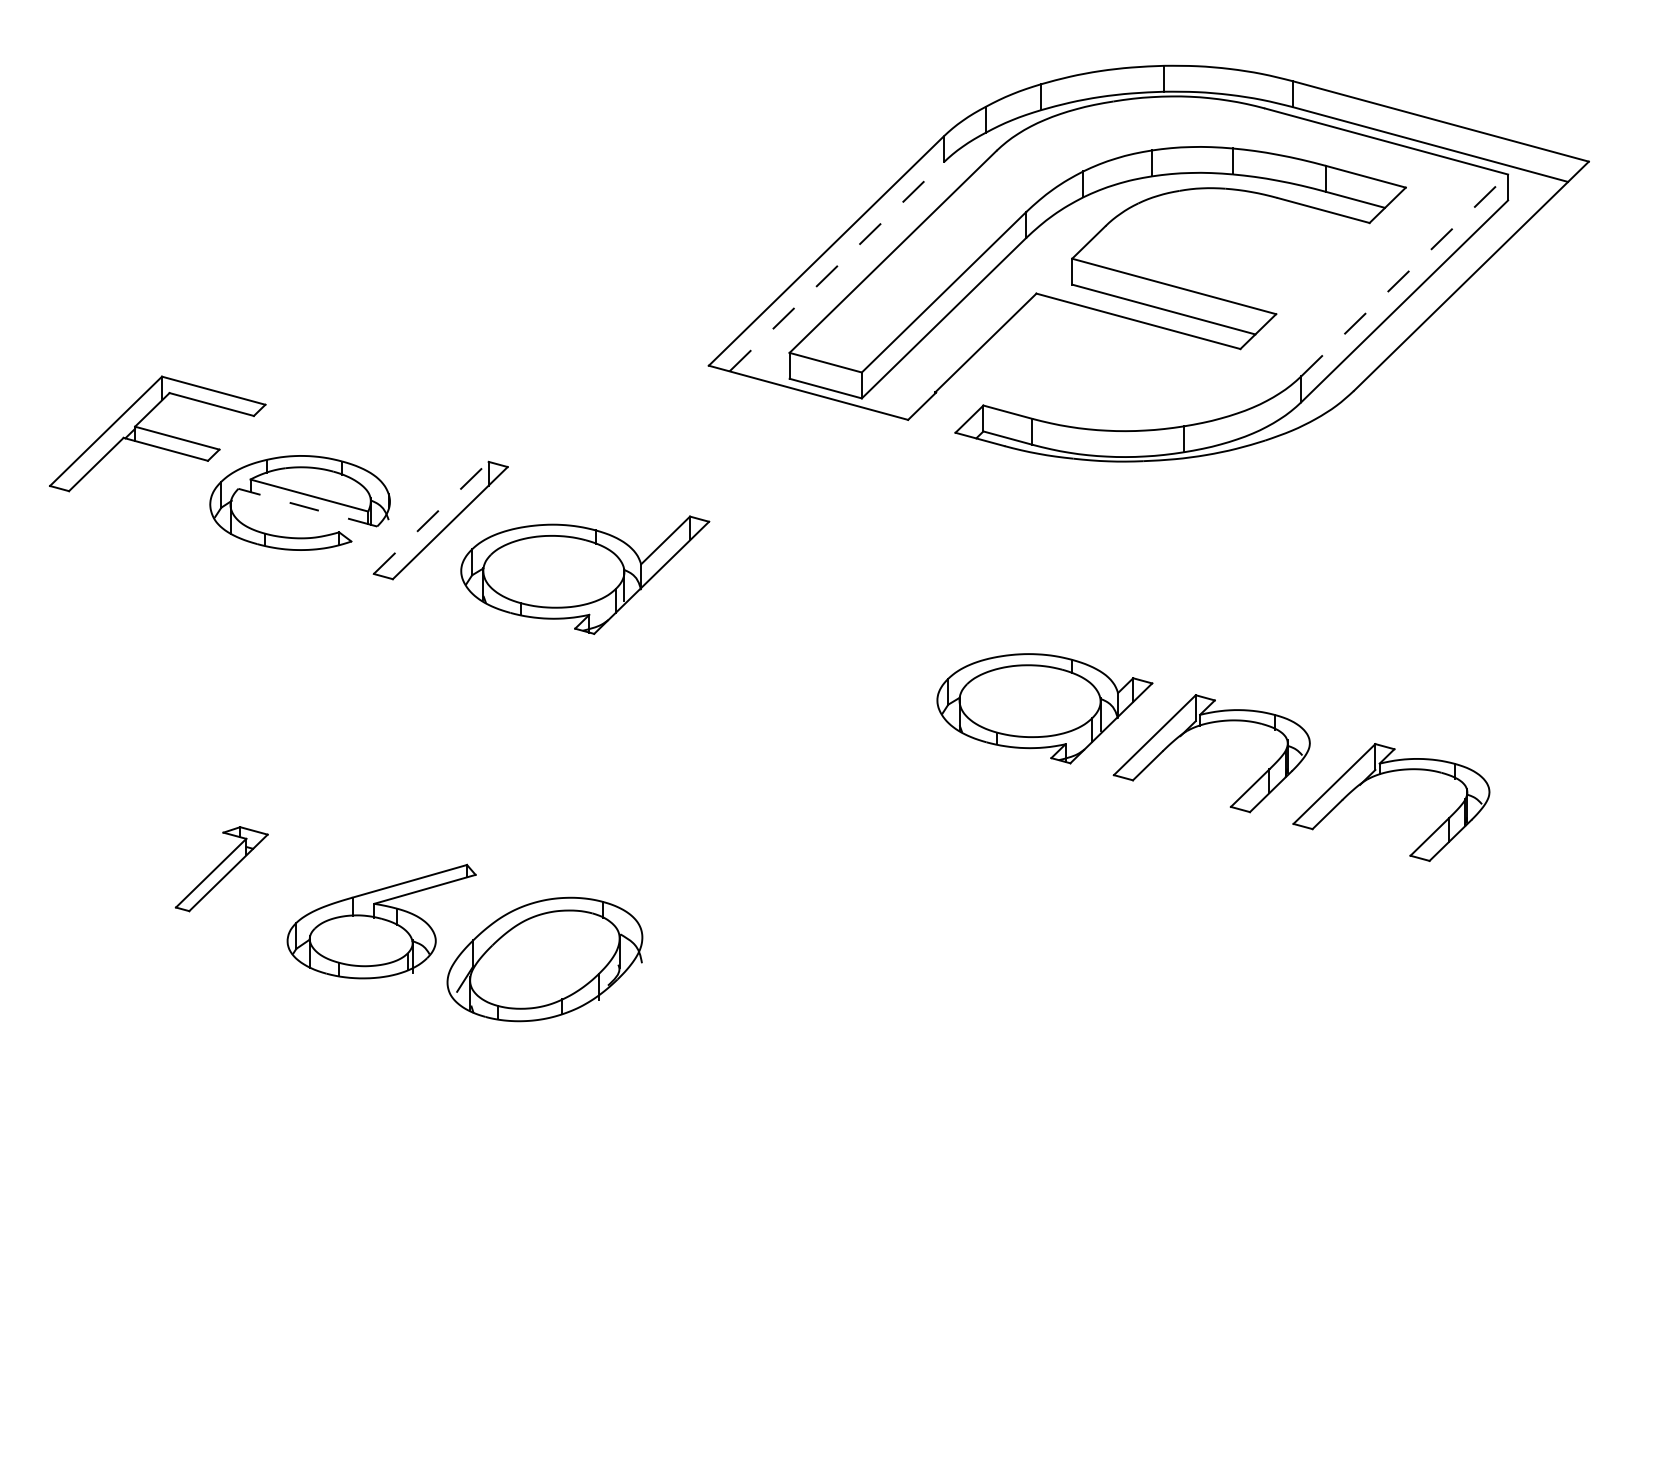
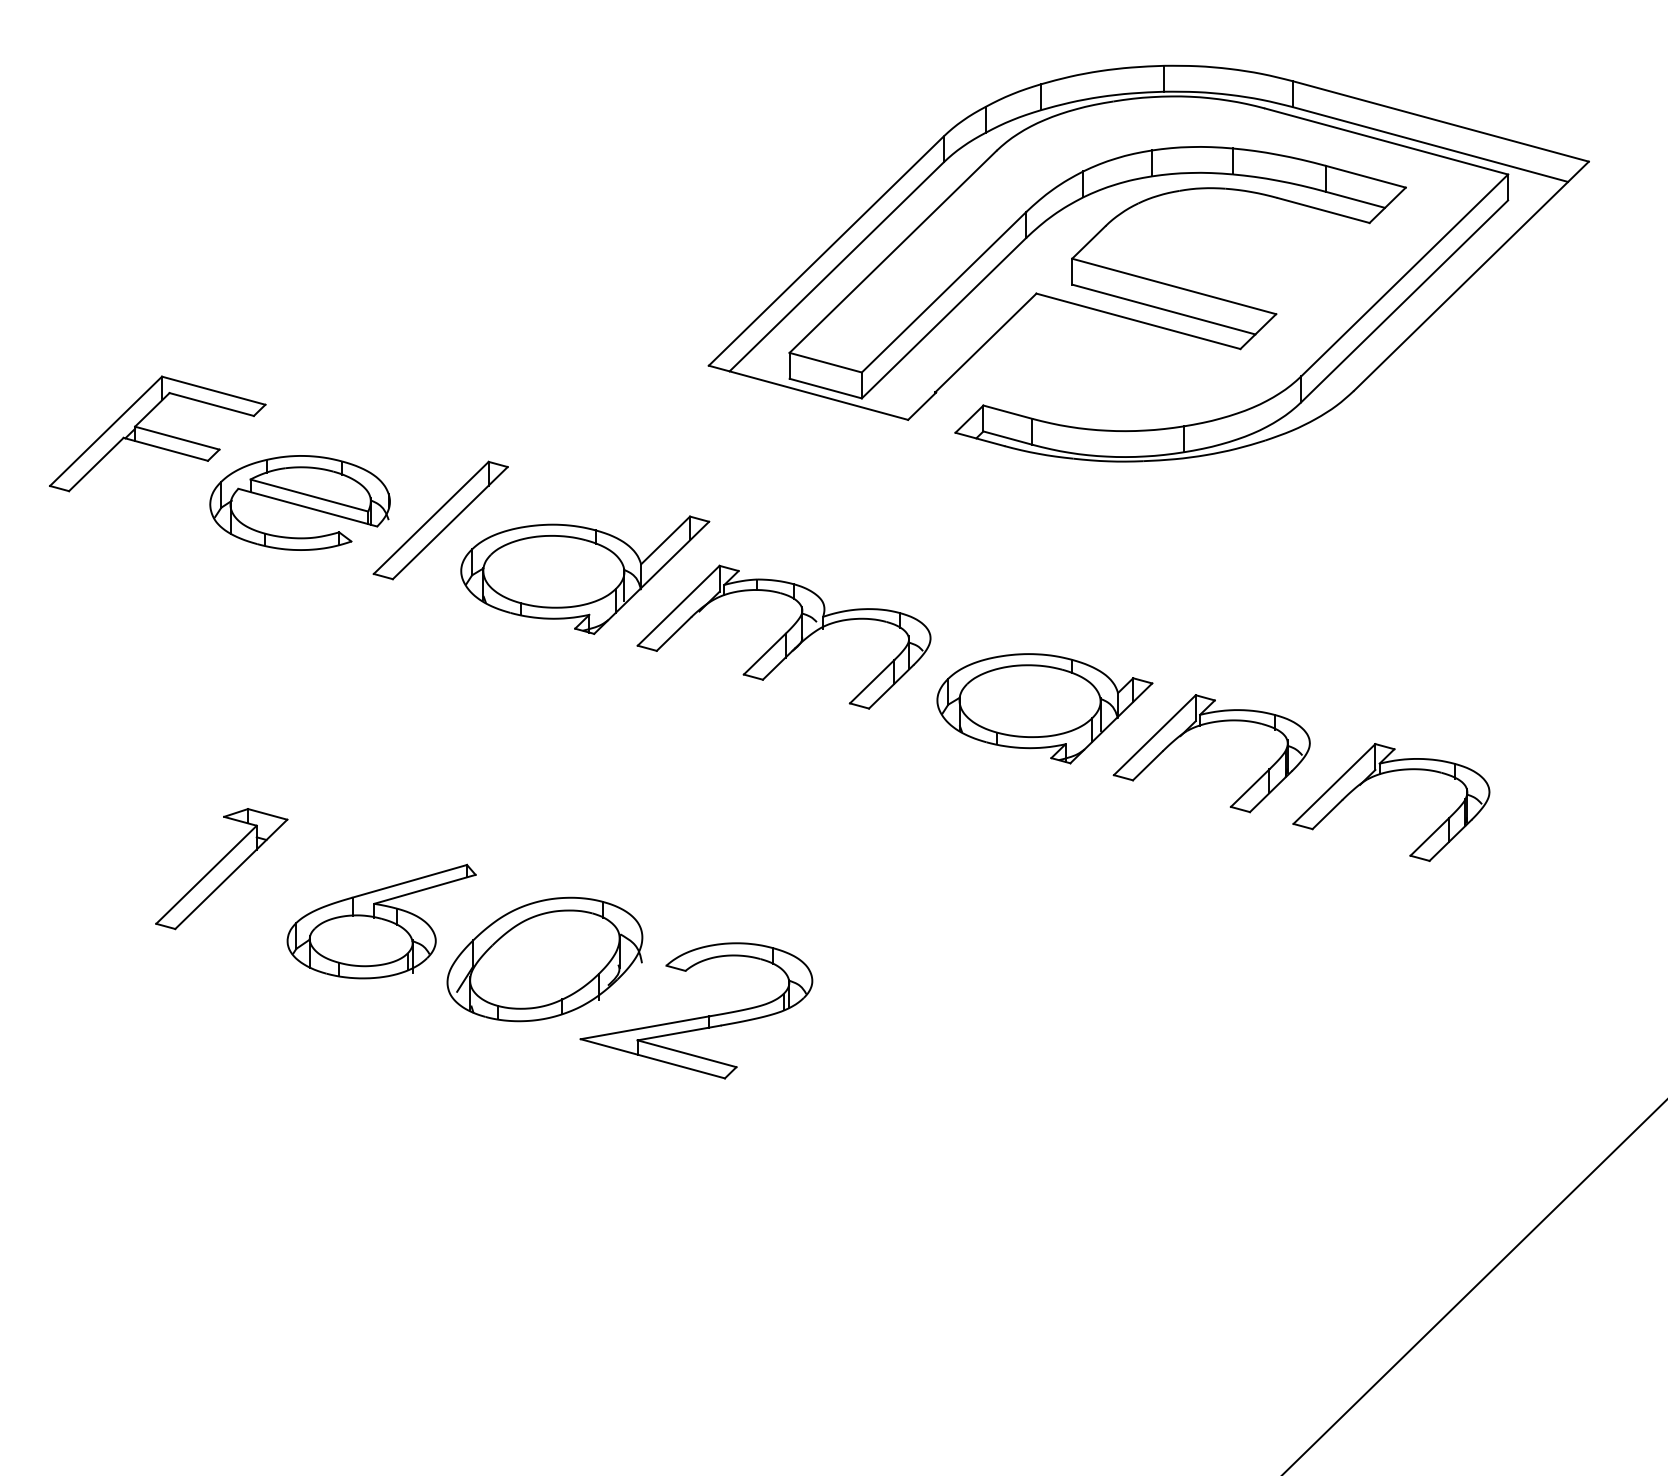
line at (836, 266): dashed -> solid
line at (1404, 275): dashed -> solid
line at (307, 507): dashed -> solid
line at (431, 517): dashed -> solid
part at (783, 636): none -> present
part at (221, 869) size: 95x87 px -> 134x123 px
part at (696, 1017): none -> present
line at (1474, 1286): none -> present
